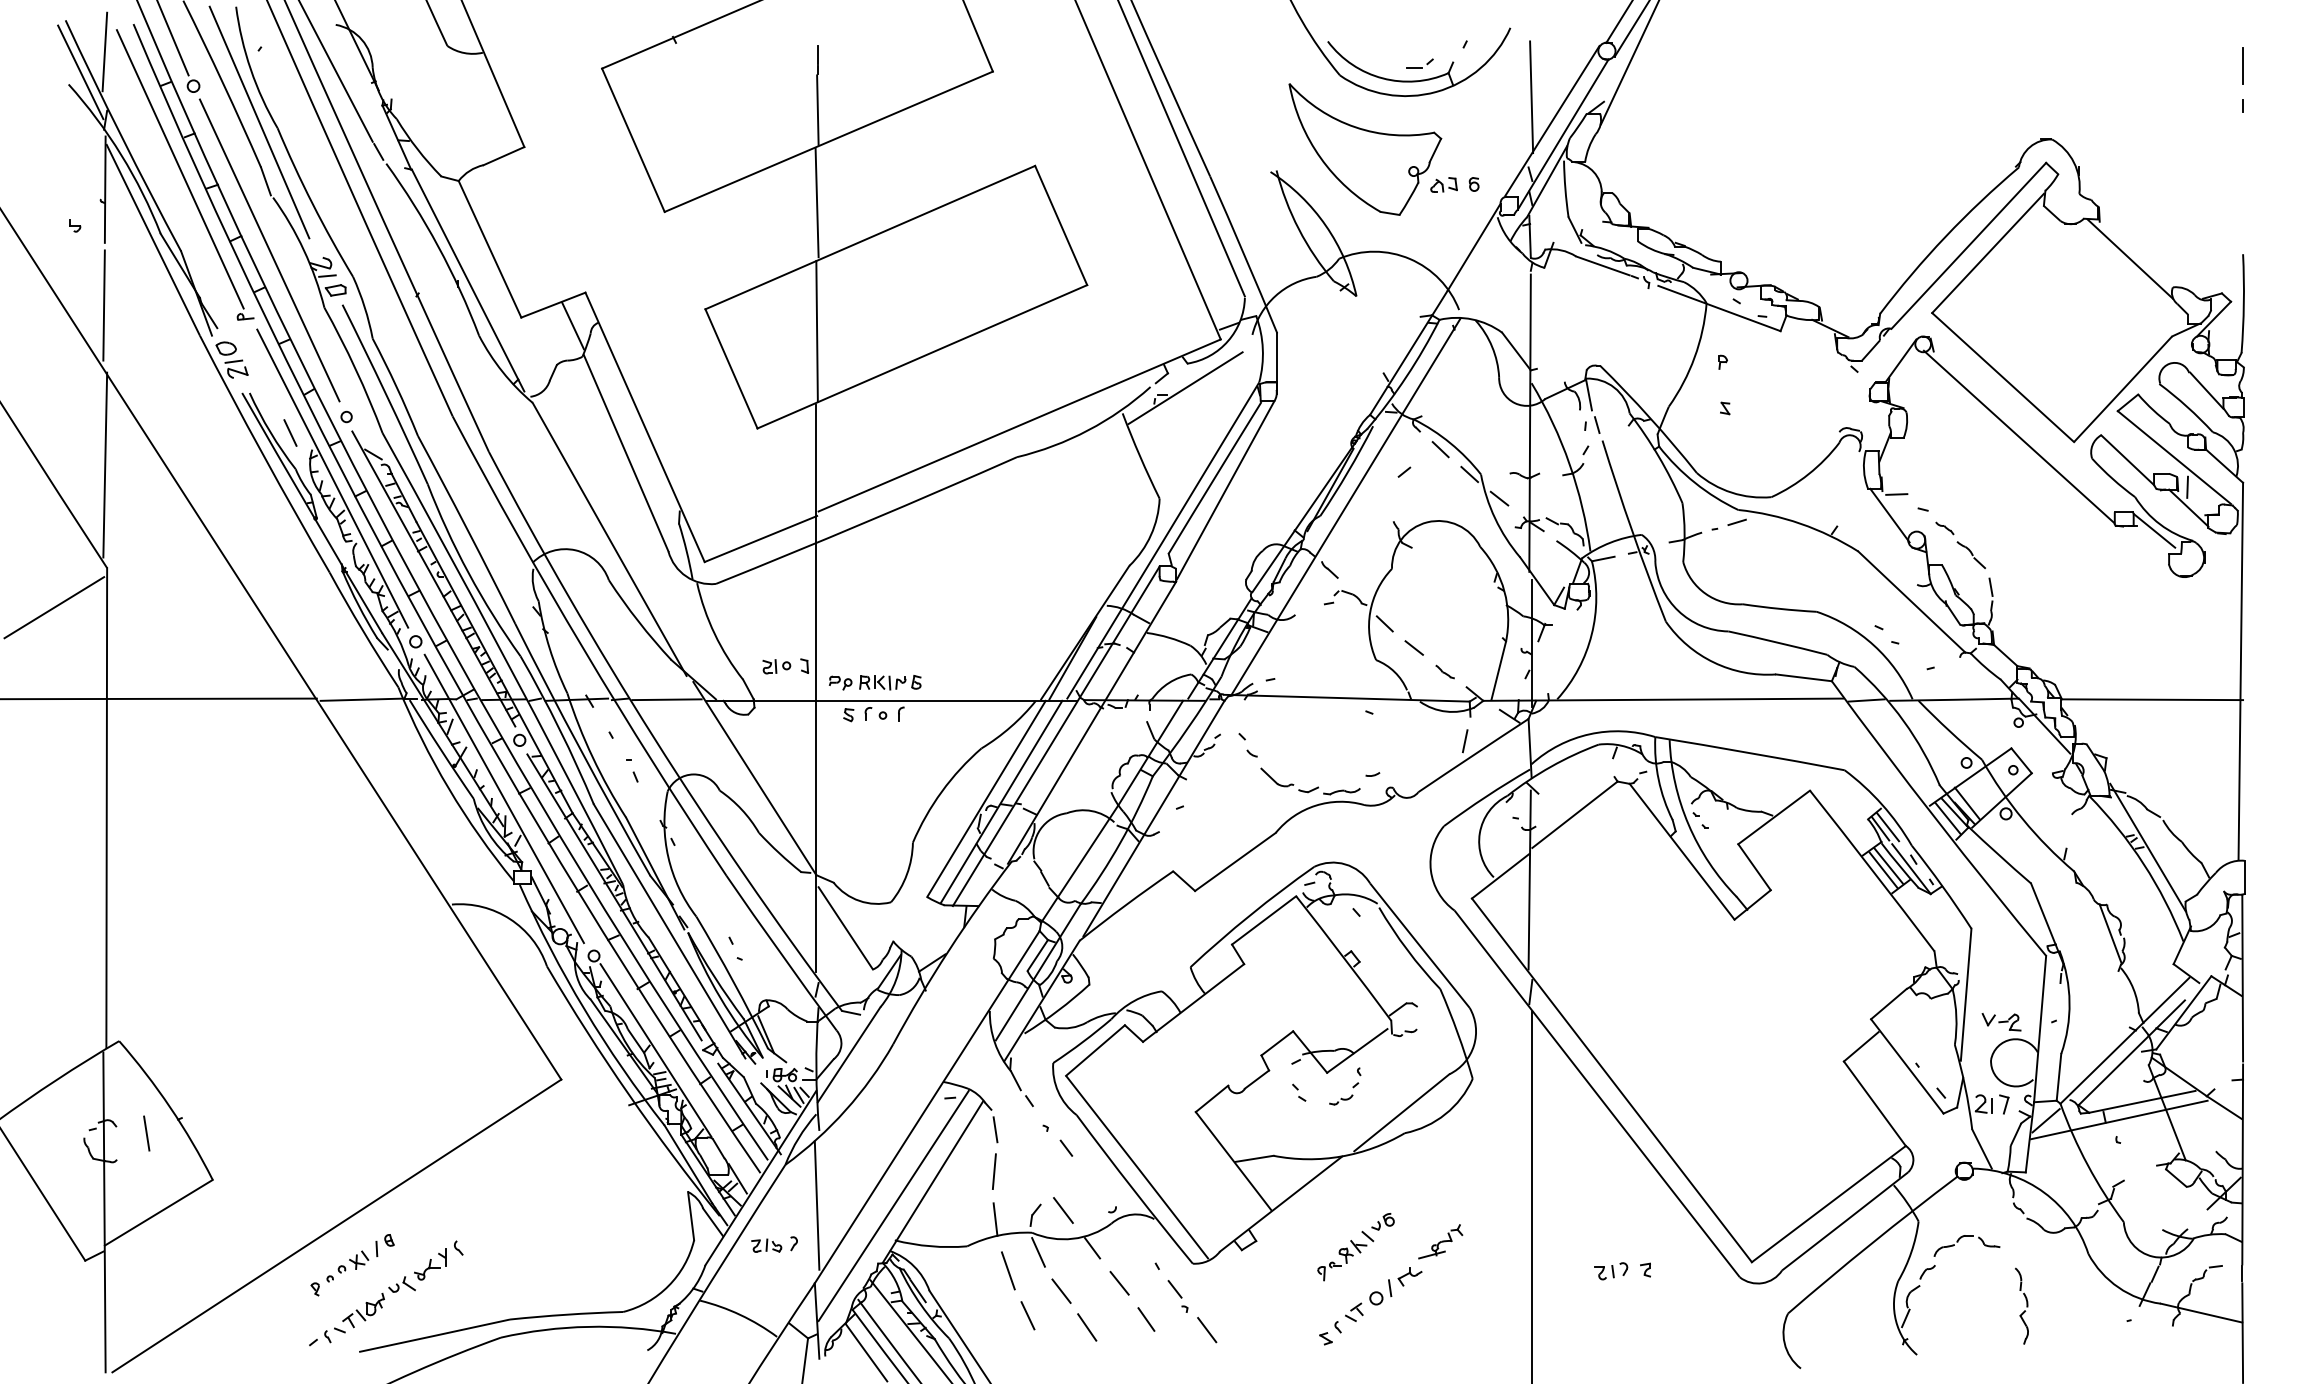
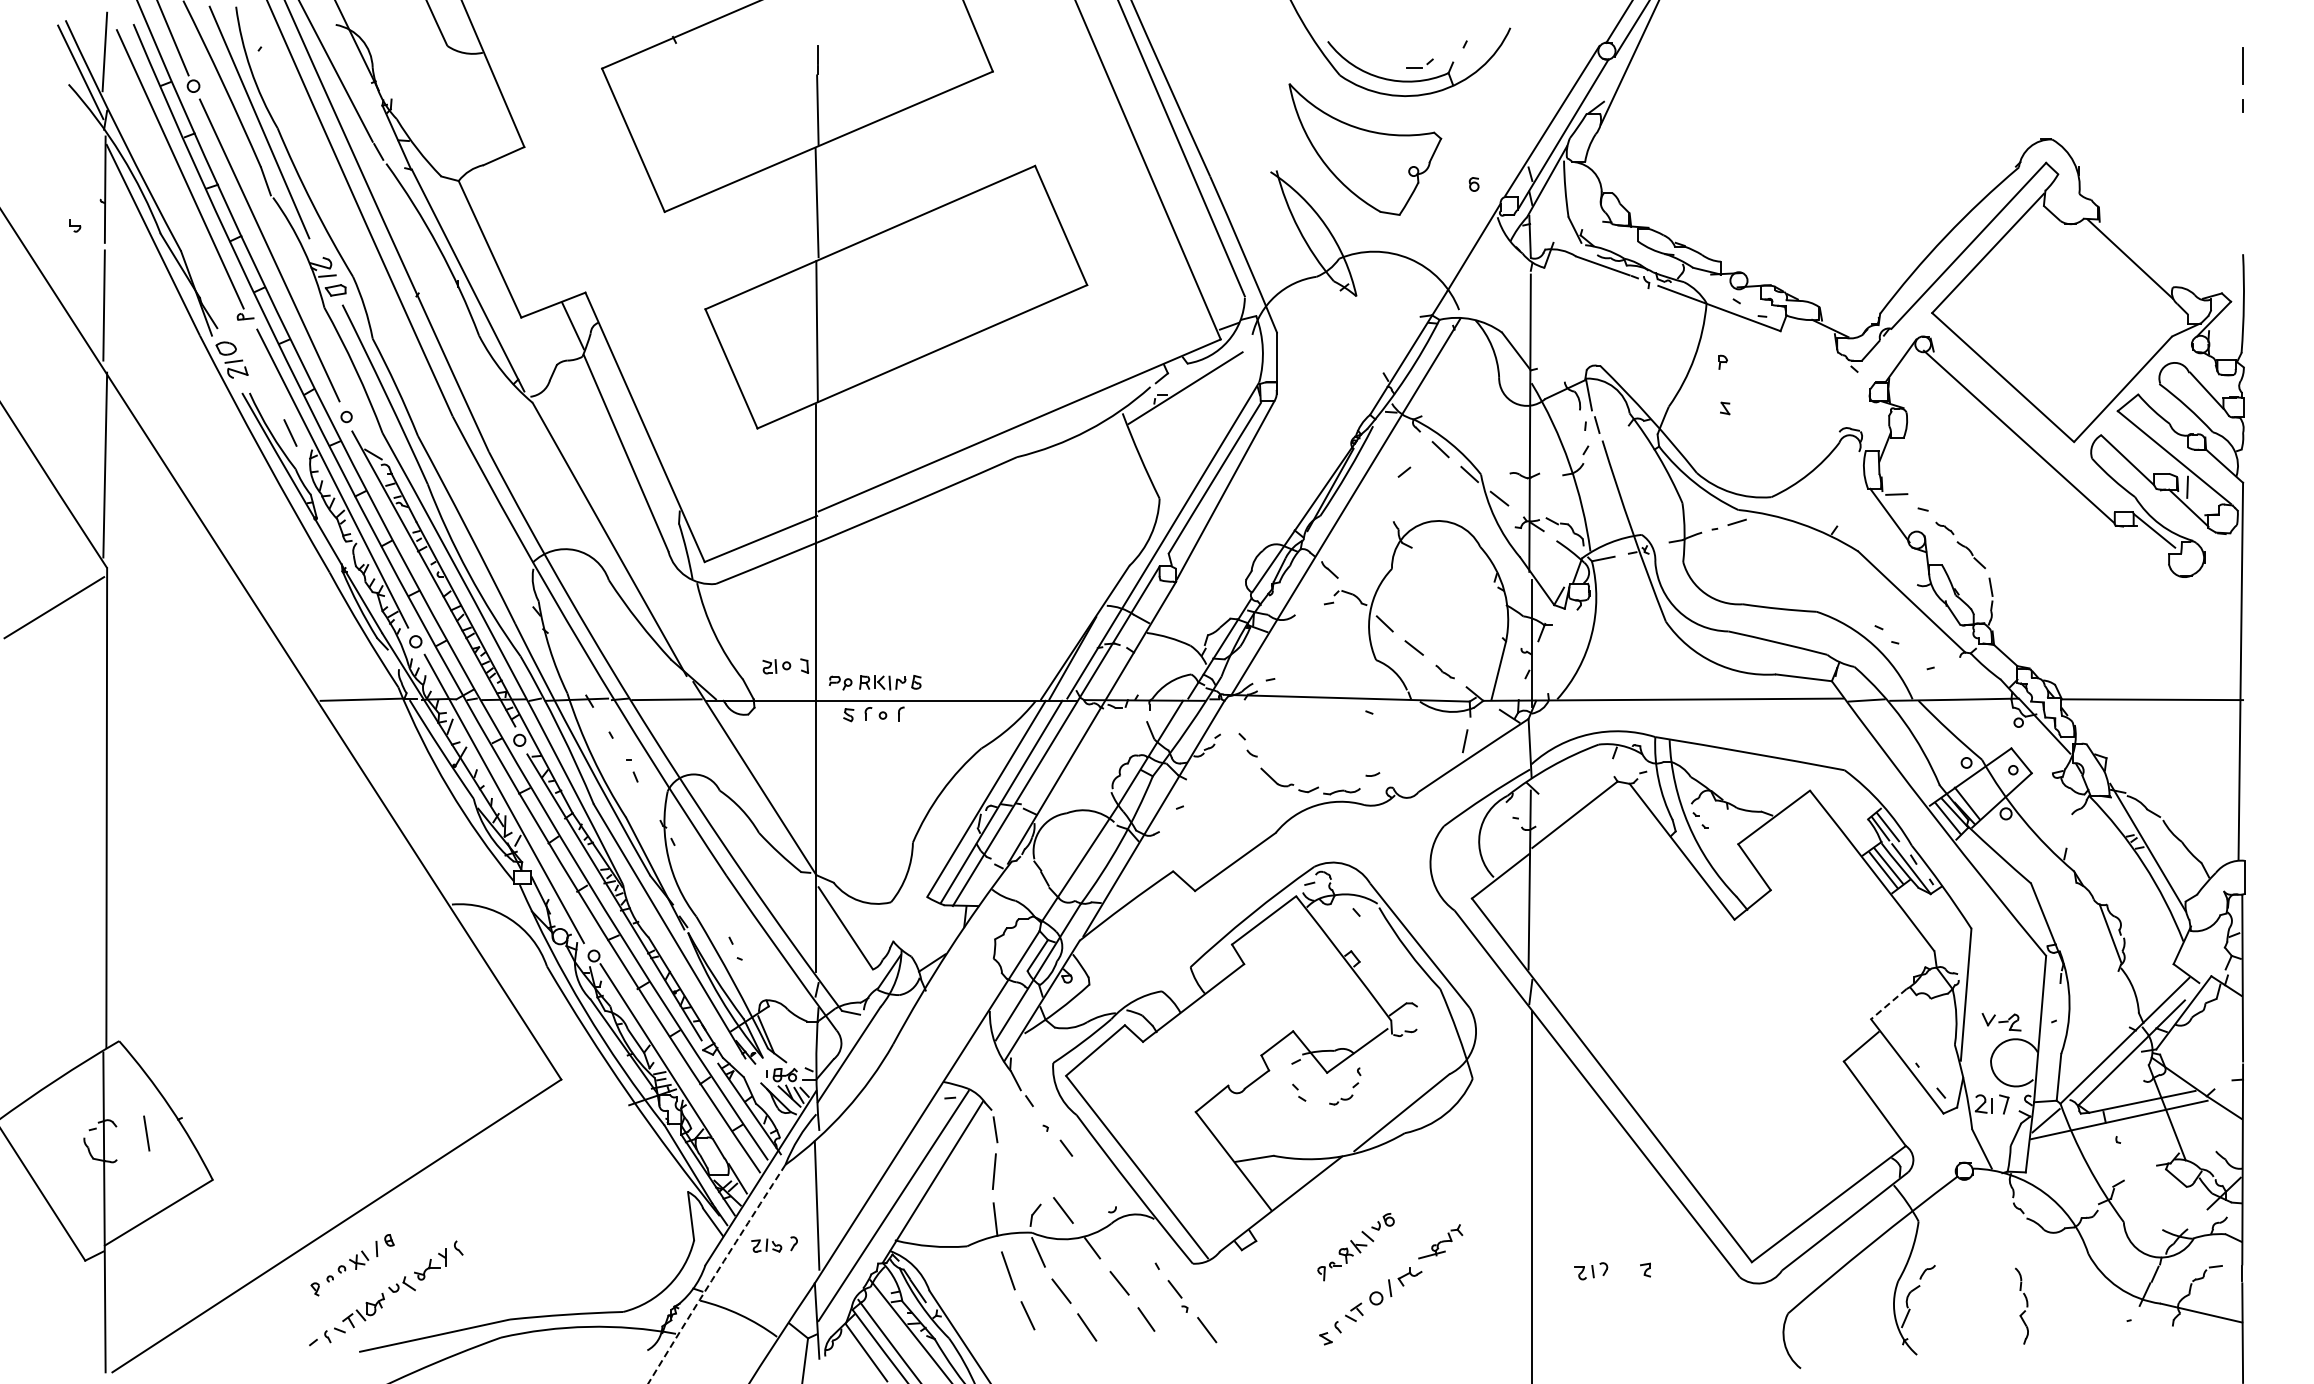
line at (1531, 97): present -> none
part at (1443, 184): present -> none
line at (159, 698): present -> none
line at (1888, 1004): solid -> dashed
part at (1960, 1239): present -> none
part at (1611, 1271) position: (1611, 1271) -> (1591, 1271)
arc at (716, 1273): solid -> dashed
